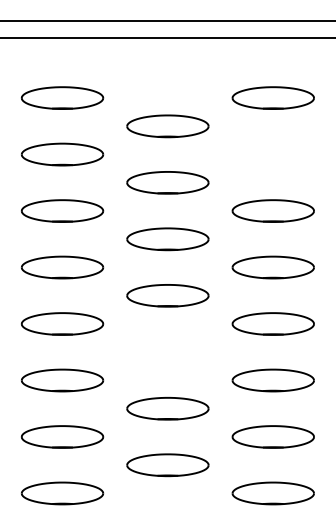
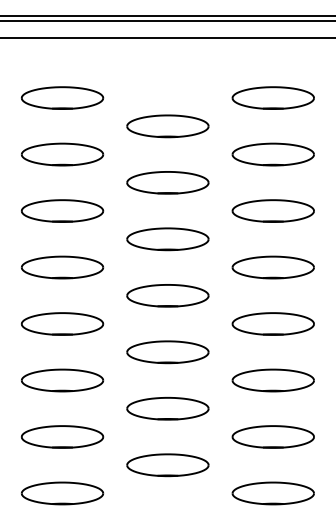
line at (167, 15): none -> present
part at (272, 154): none -> present
part at (167, 352): none -> present
